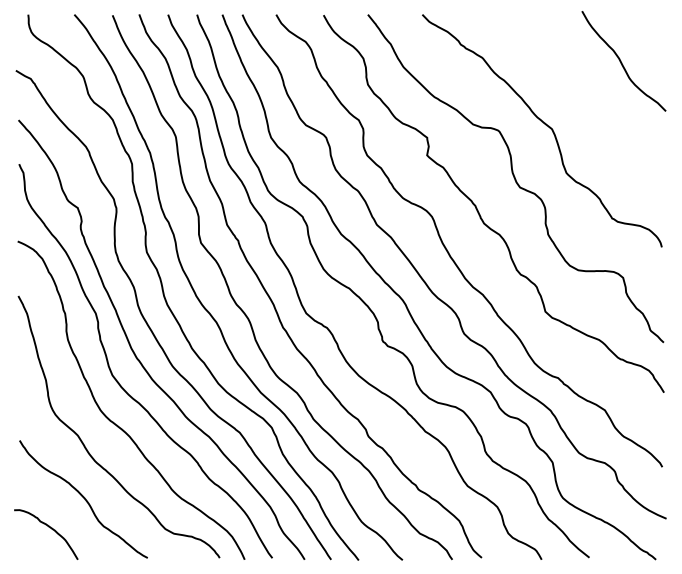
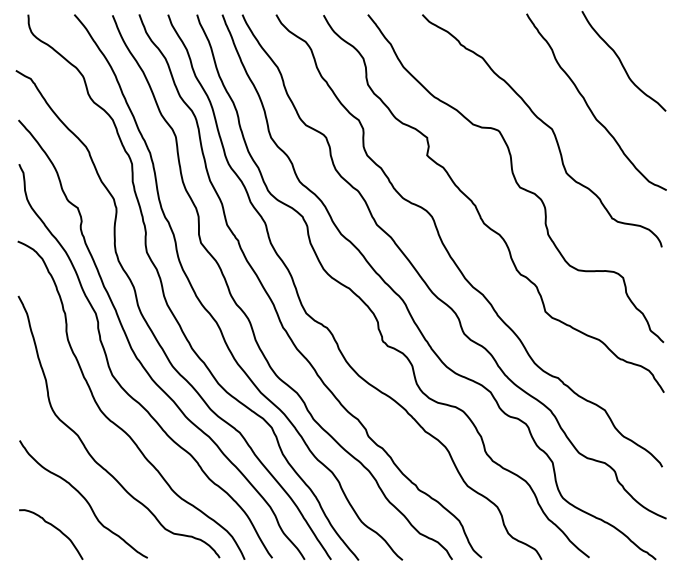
curve at (588, 104): none -> present
curve at (51, 529) position: (51, 529) -> (56, 529)
